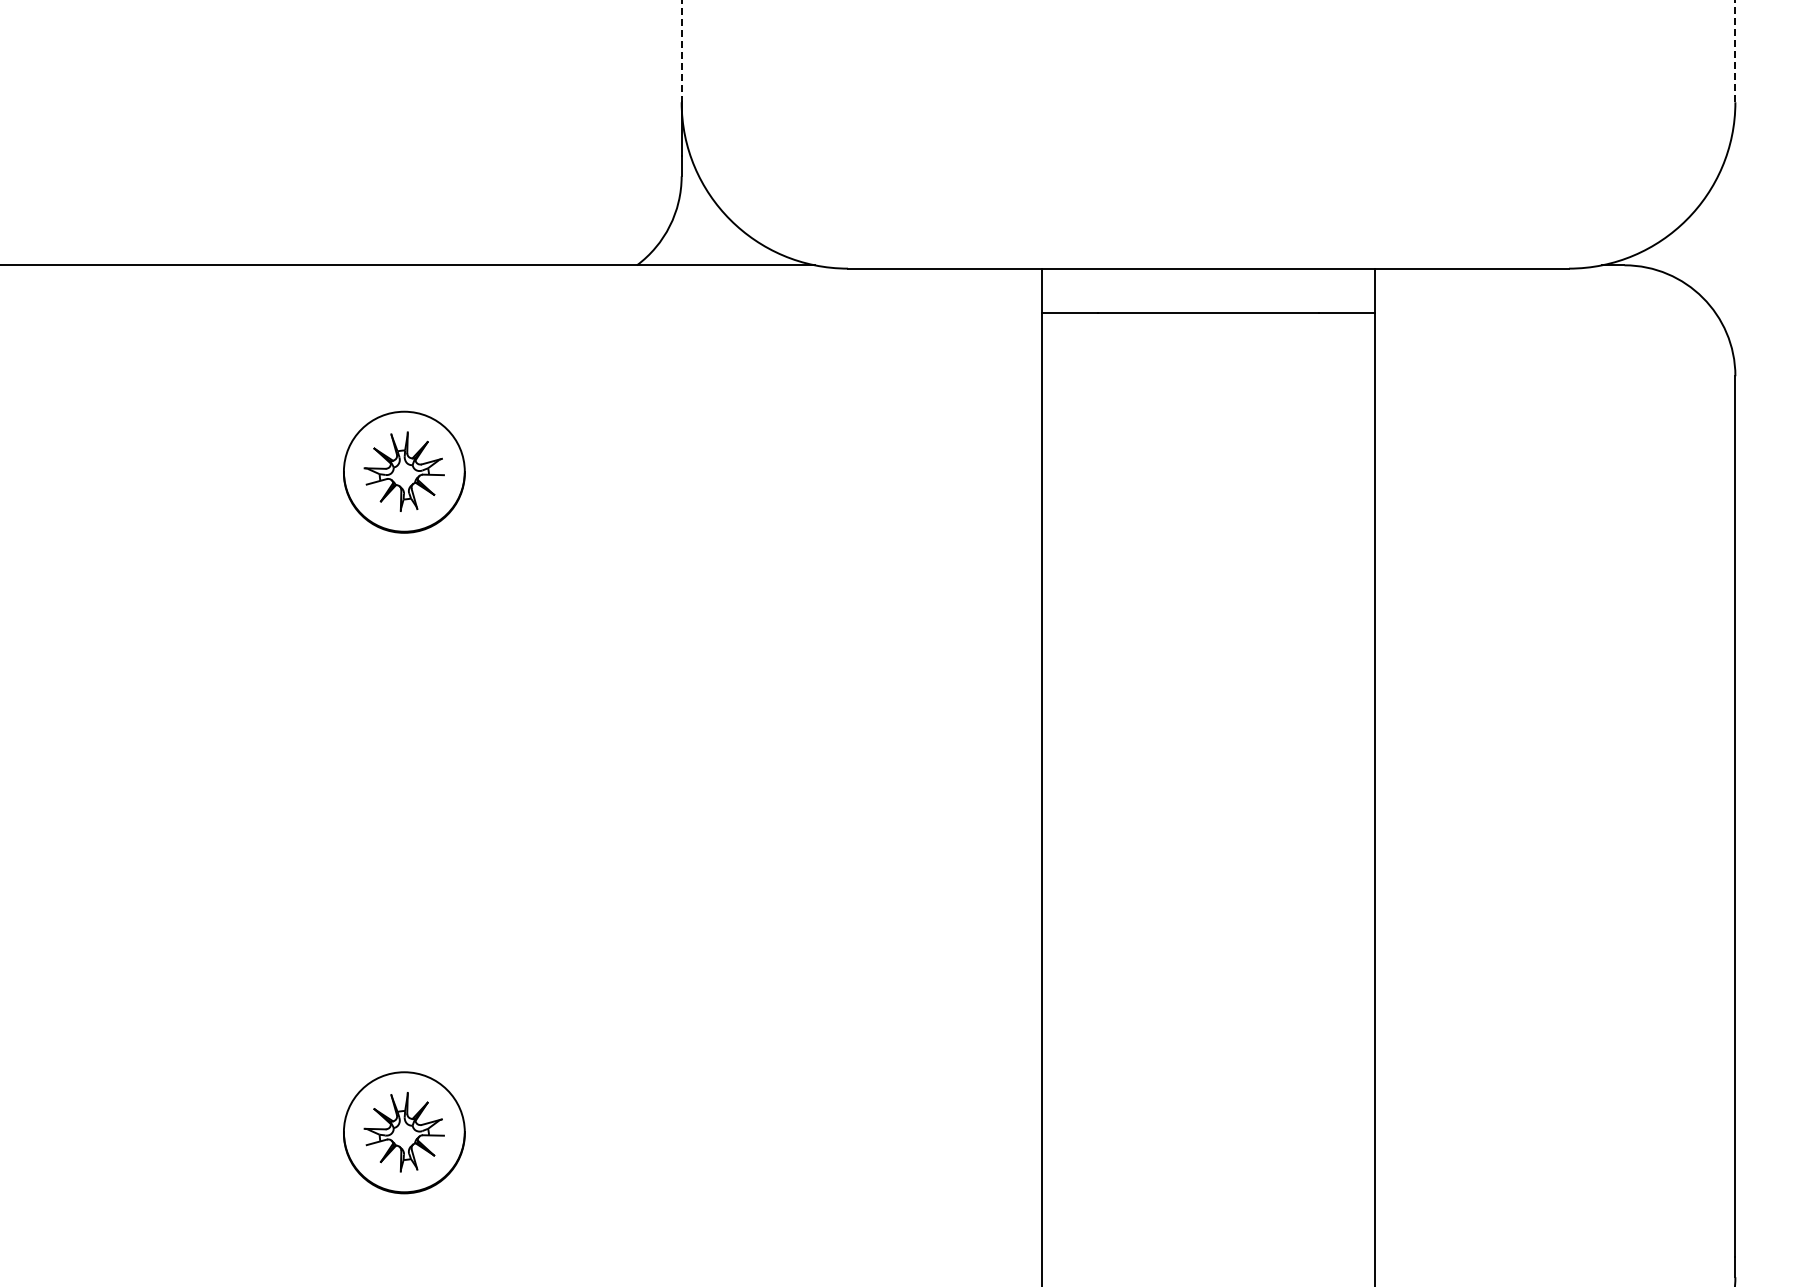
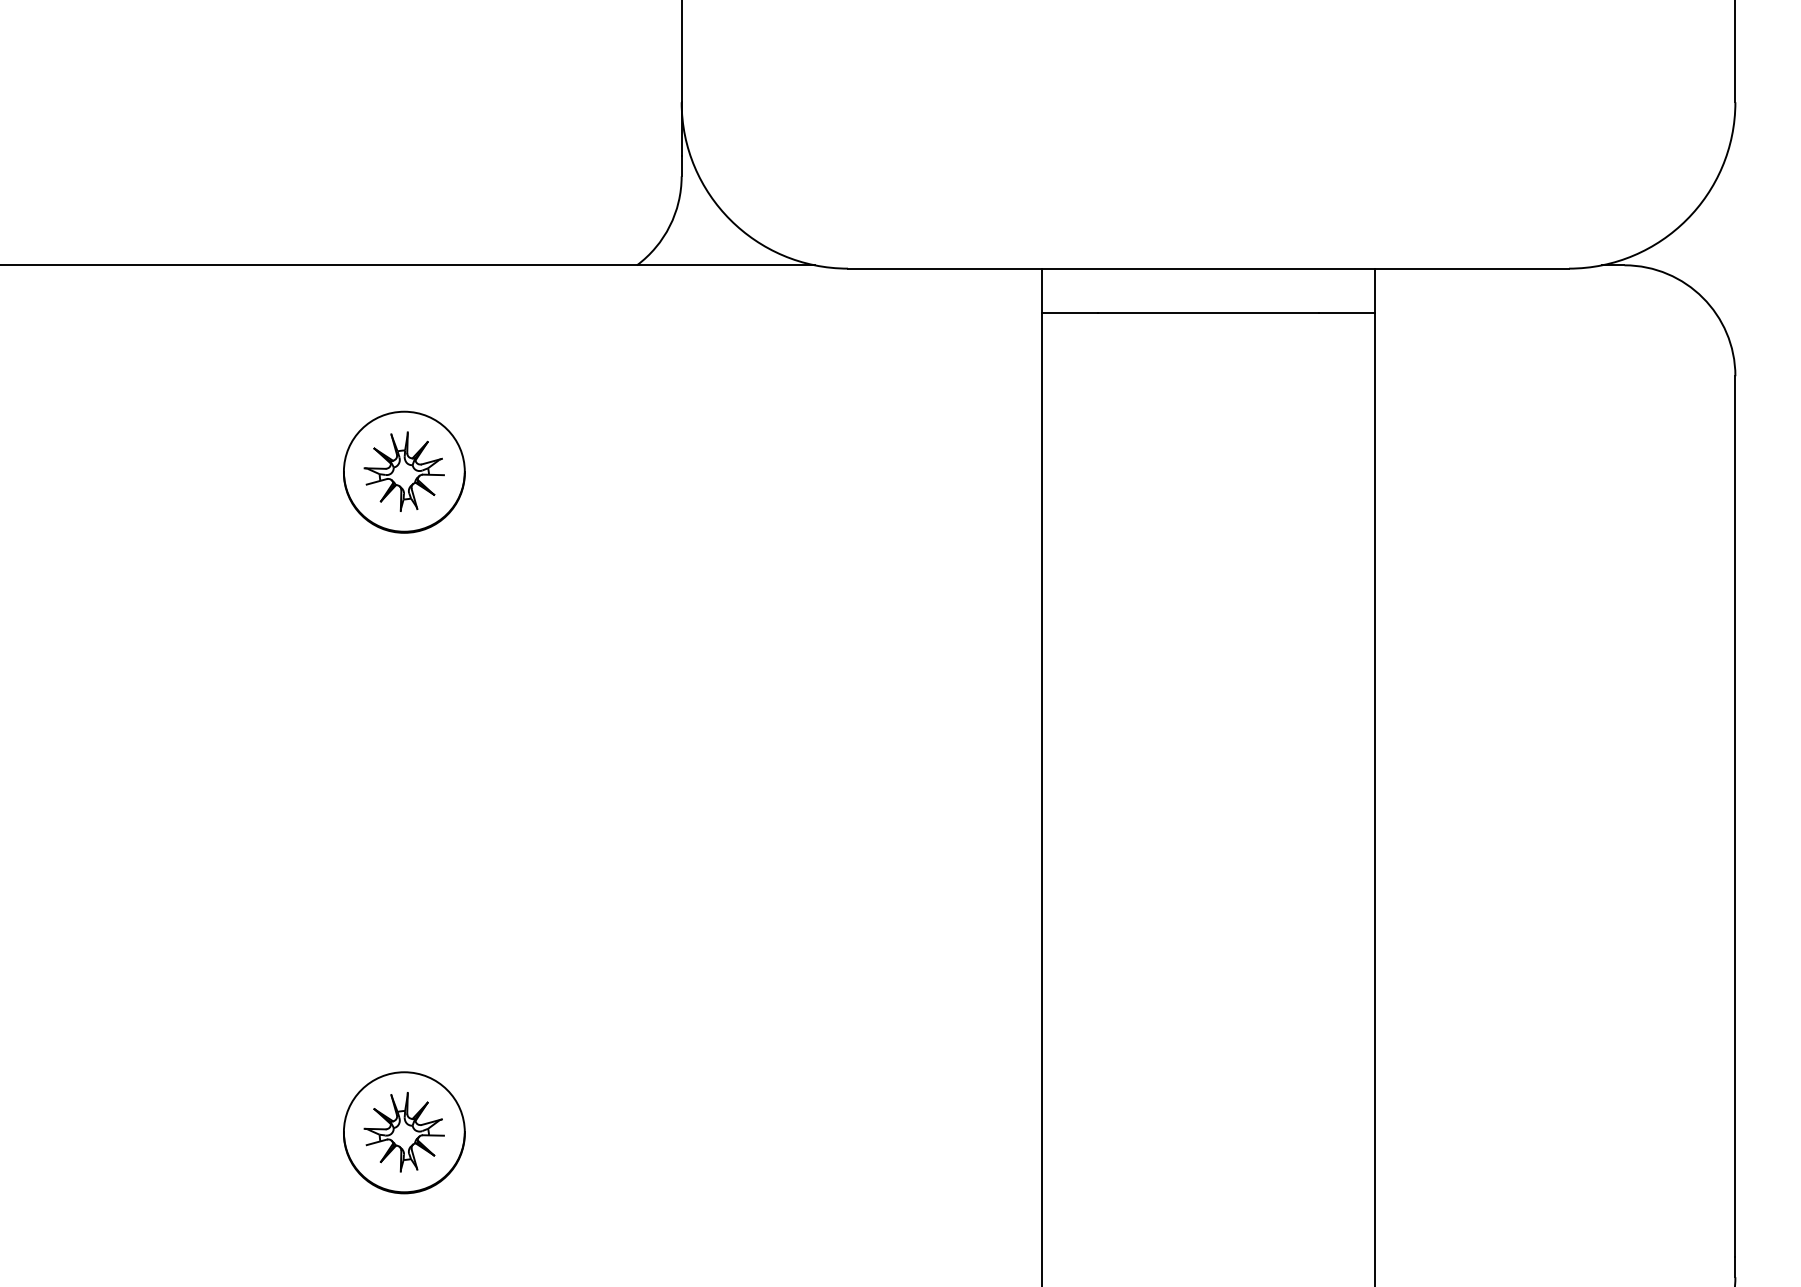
line at (681, 51): dashed -> solid
line at (1735, 51): dashed -> solid
